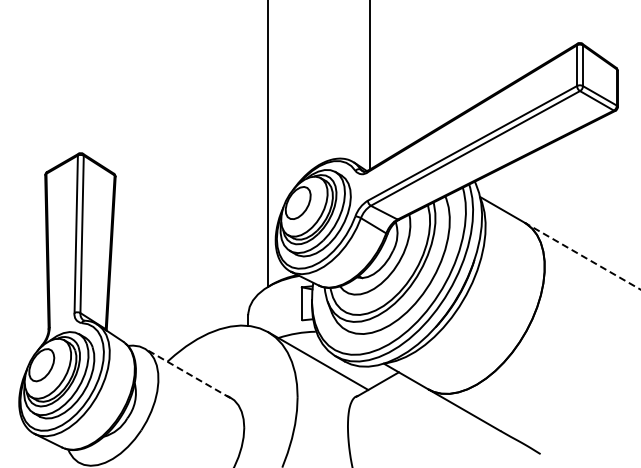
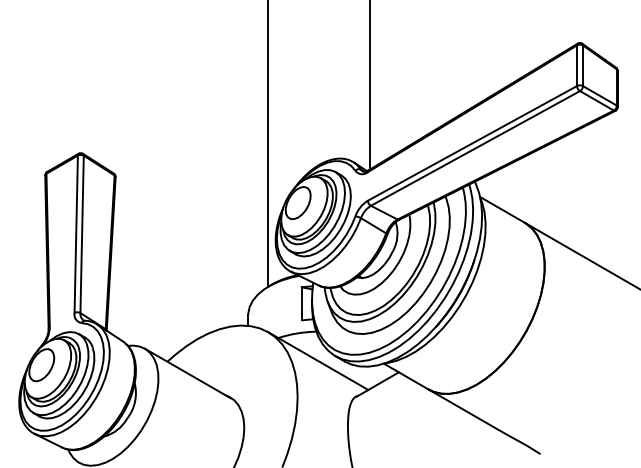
line at (582, 256): dashed -> solid
line at (187, 373): dashed -> solid
